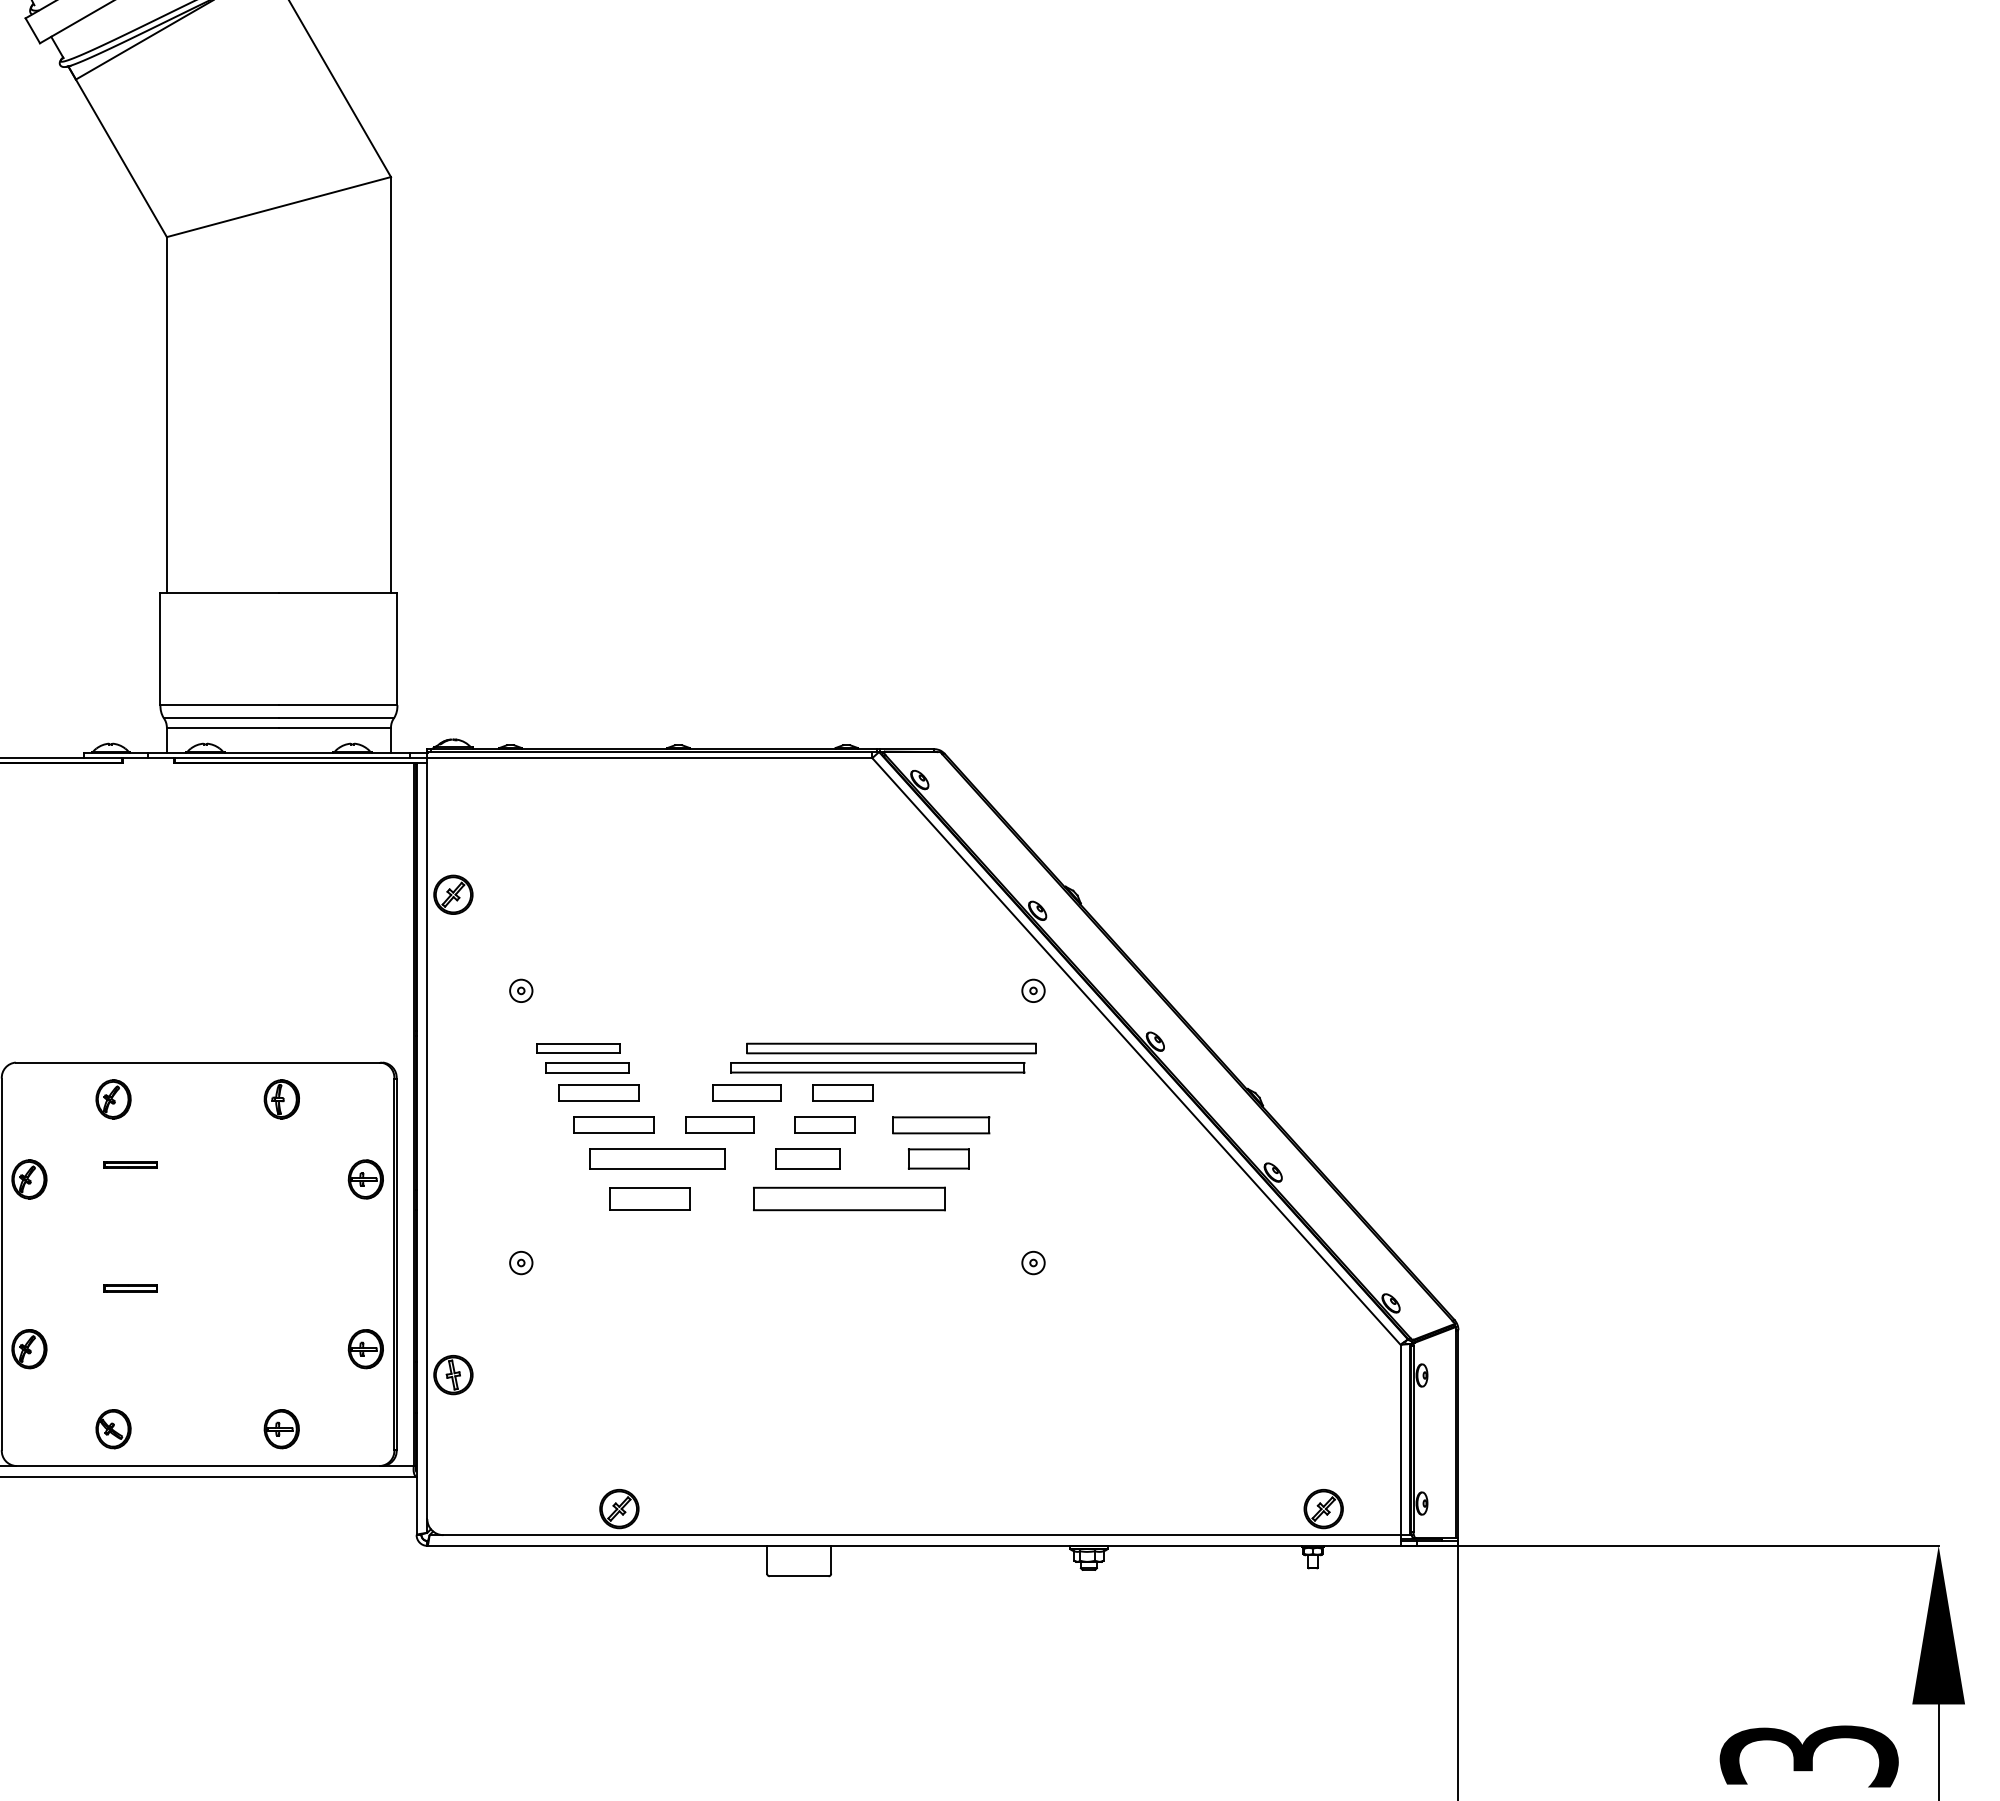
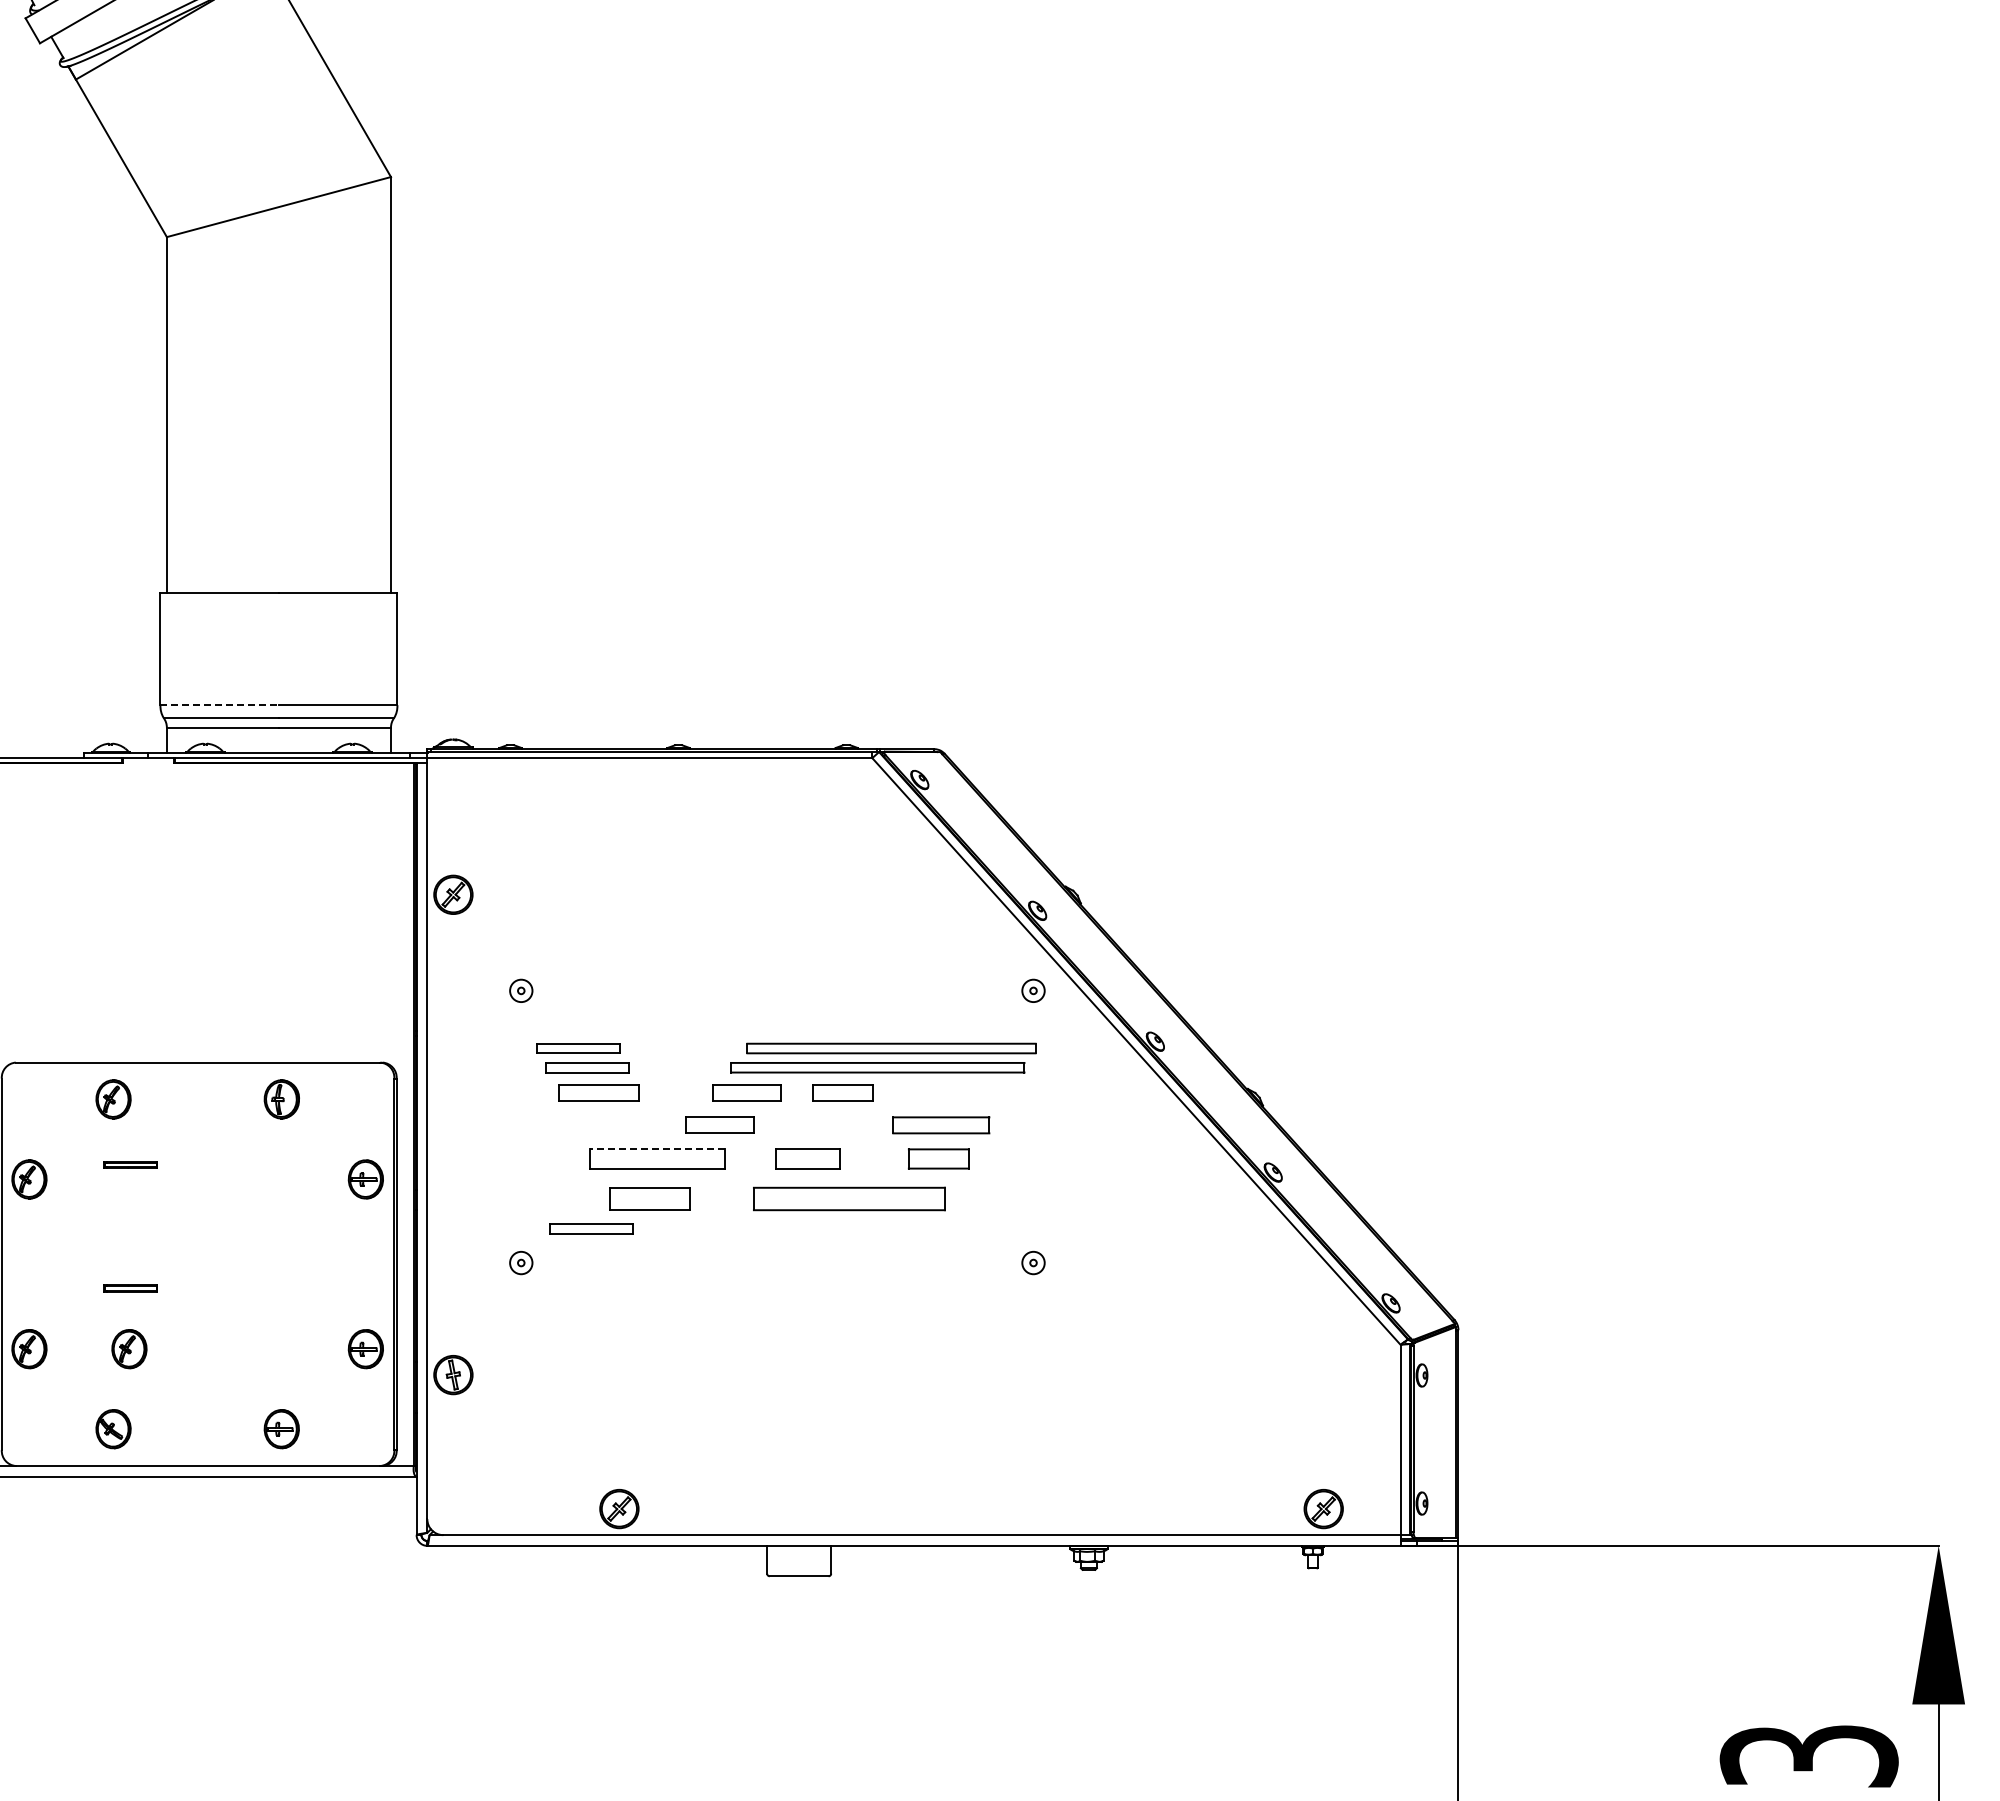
line at (220, 705): solid -> dashed
part at (613, 1124): present -> none
part at (824, 1124): present -> none
line at (657, 1149): solid -> dashed
part at (591, 1228): none -> present
part at (129, 1349): none -> present
